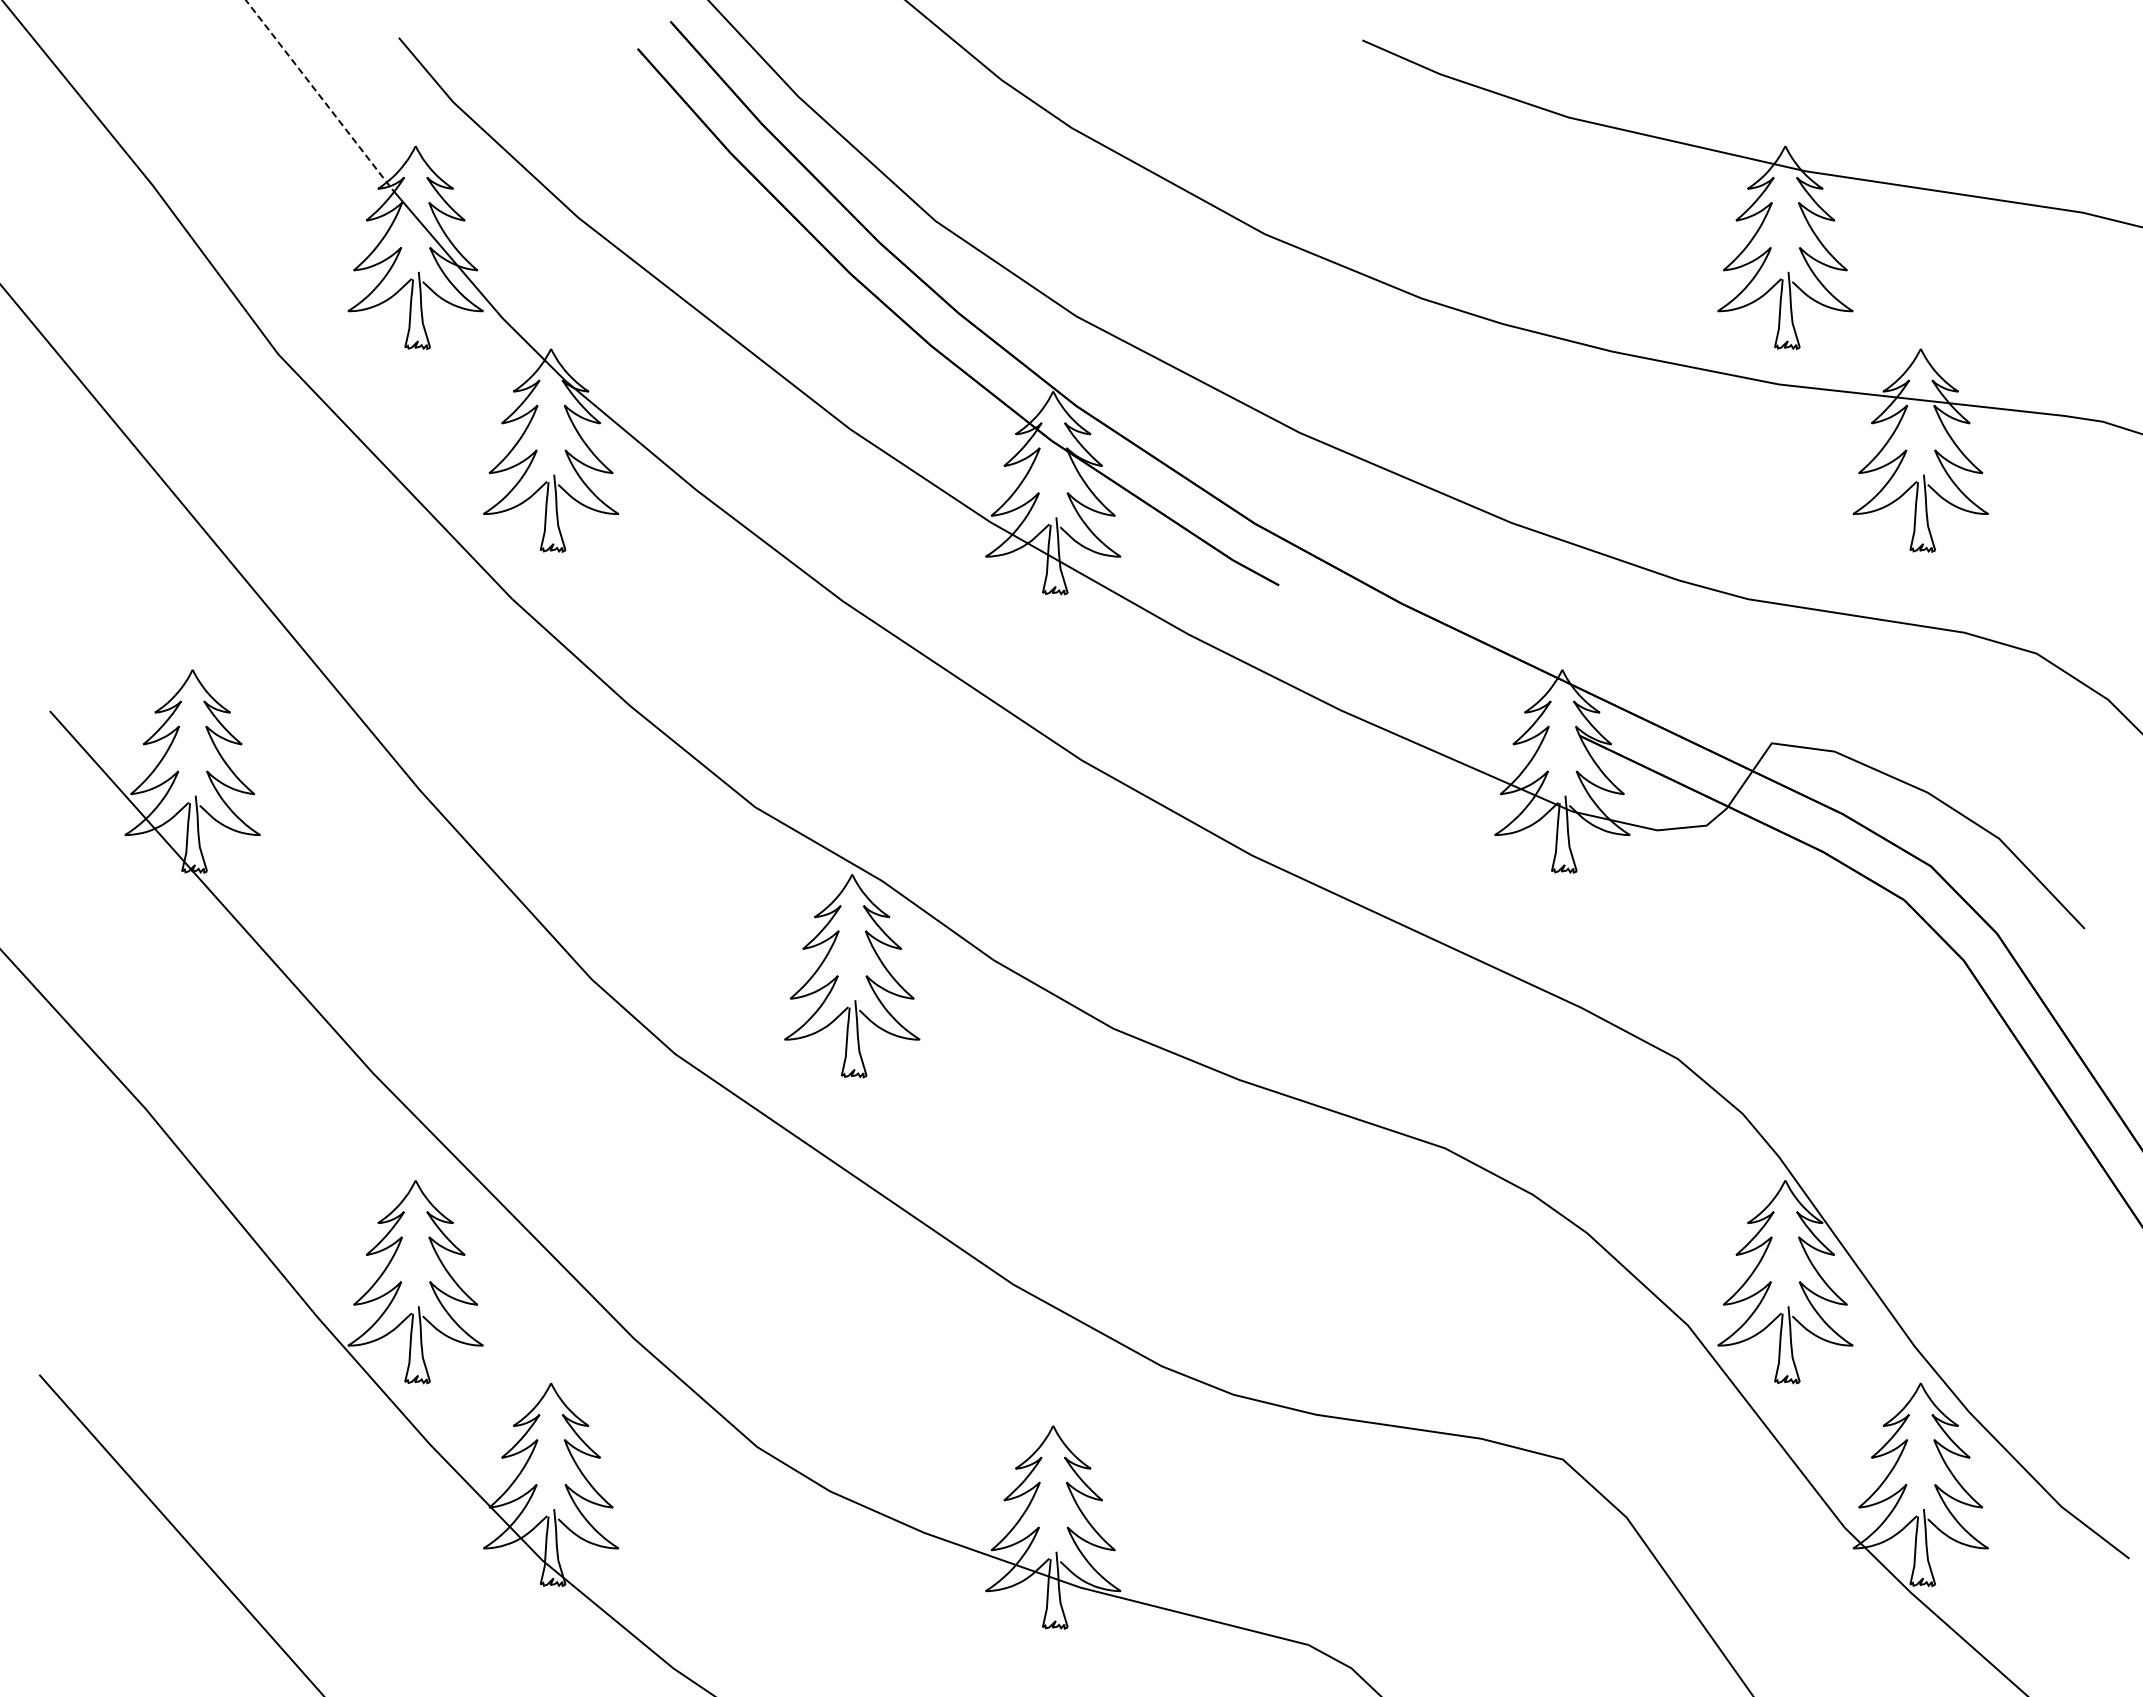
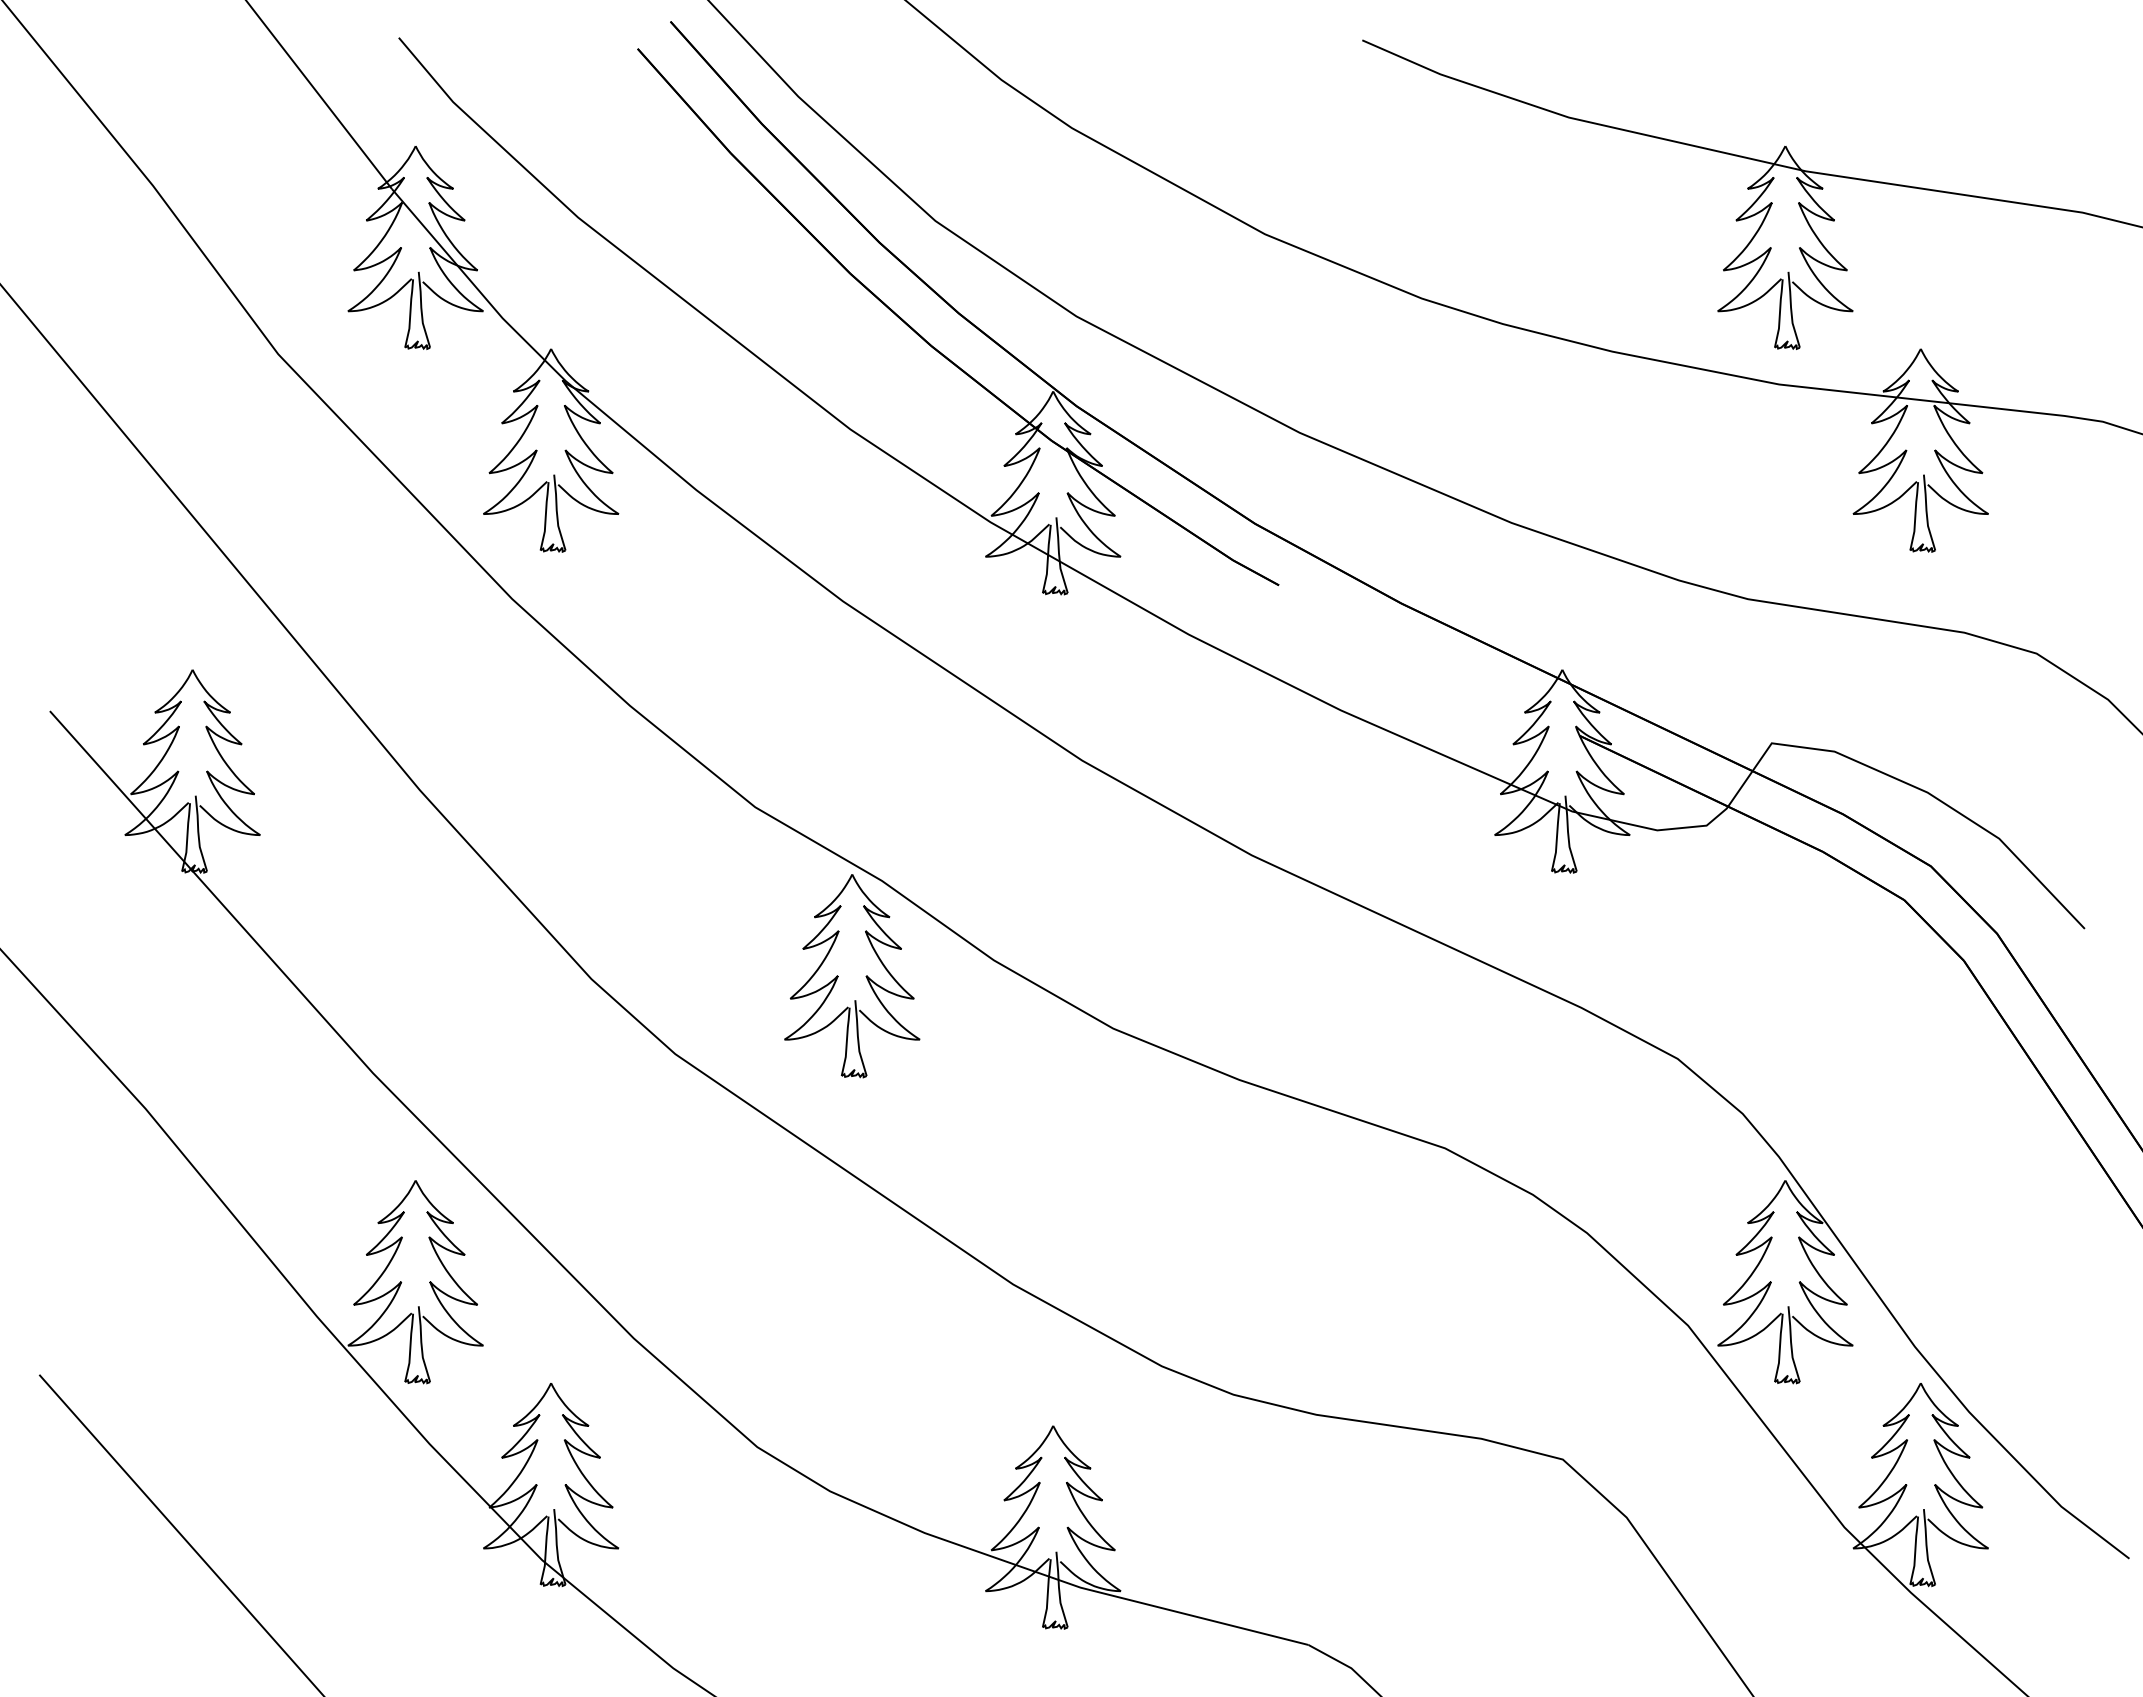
line at (319, 95): dashed -> solid
